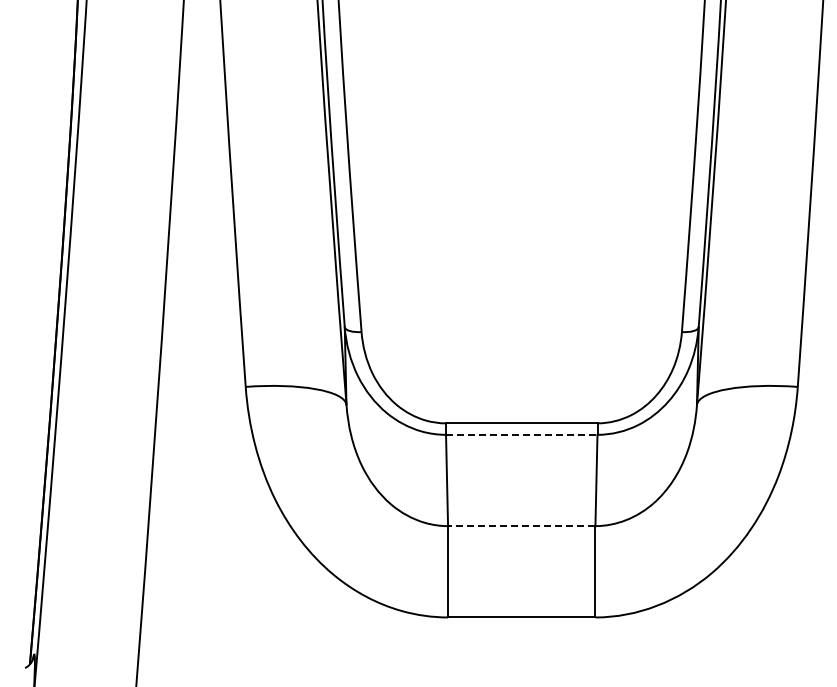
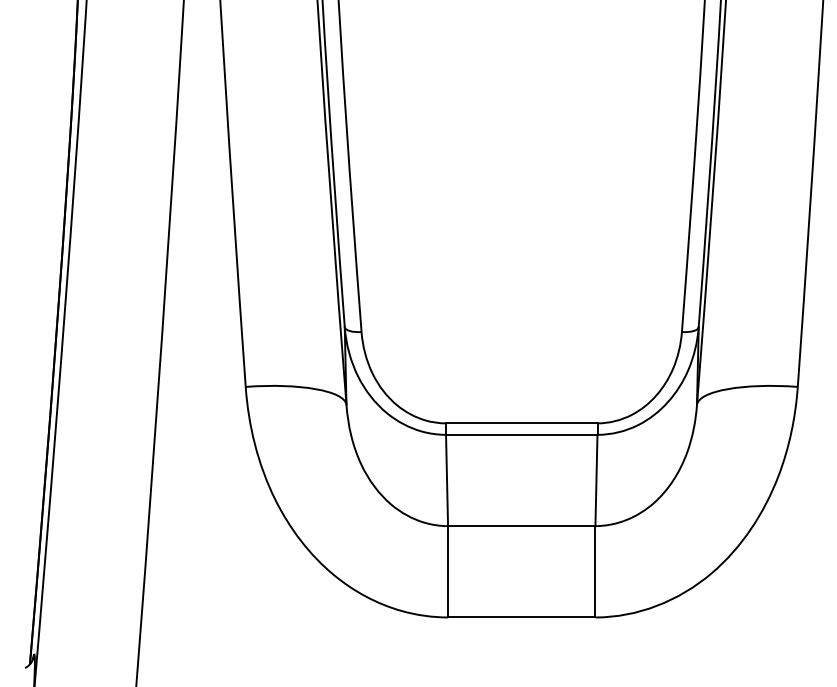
line at (521, 434): dashed -> solid
line at (521, 526): dashed -> solid
